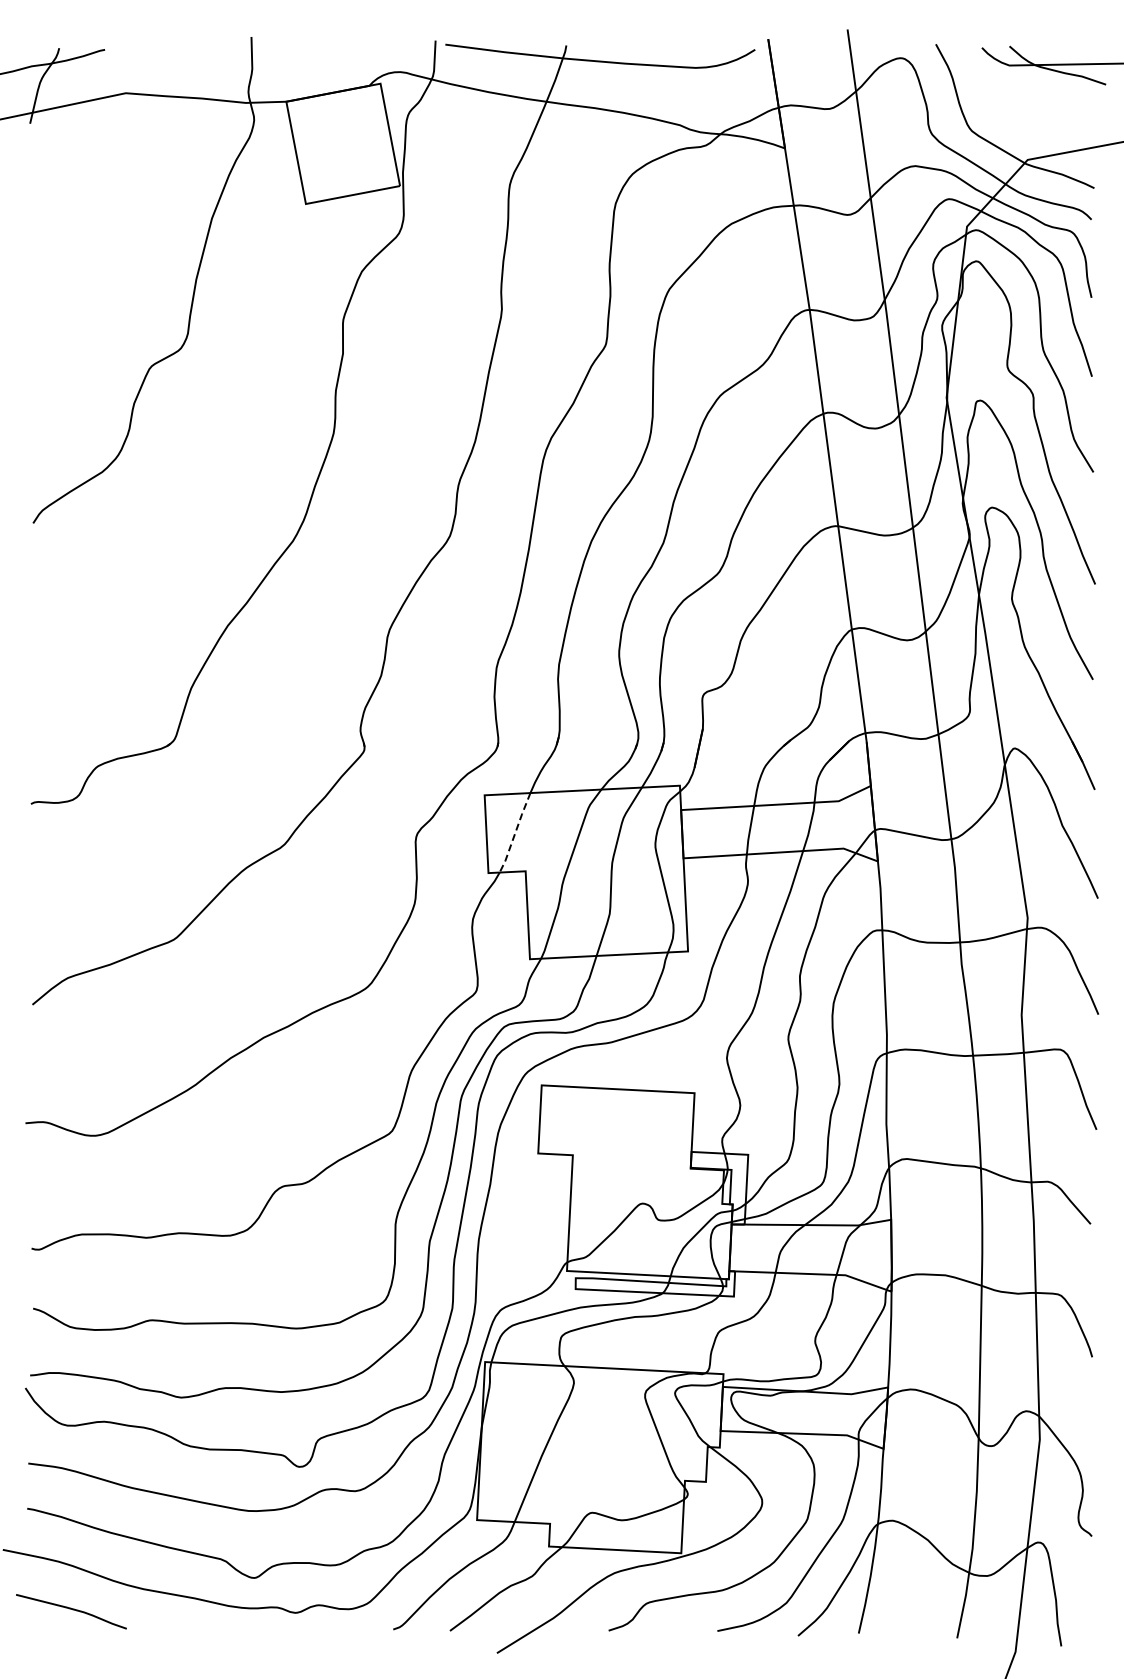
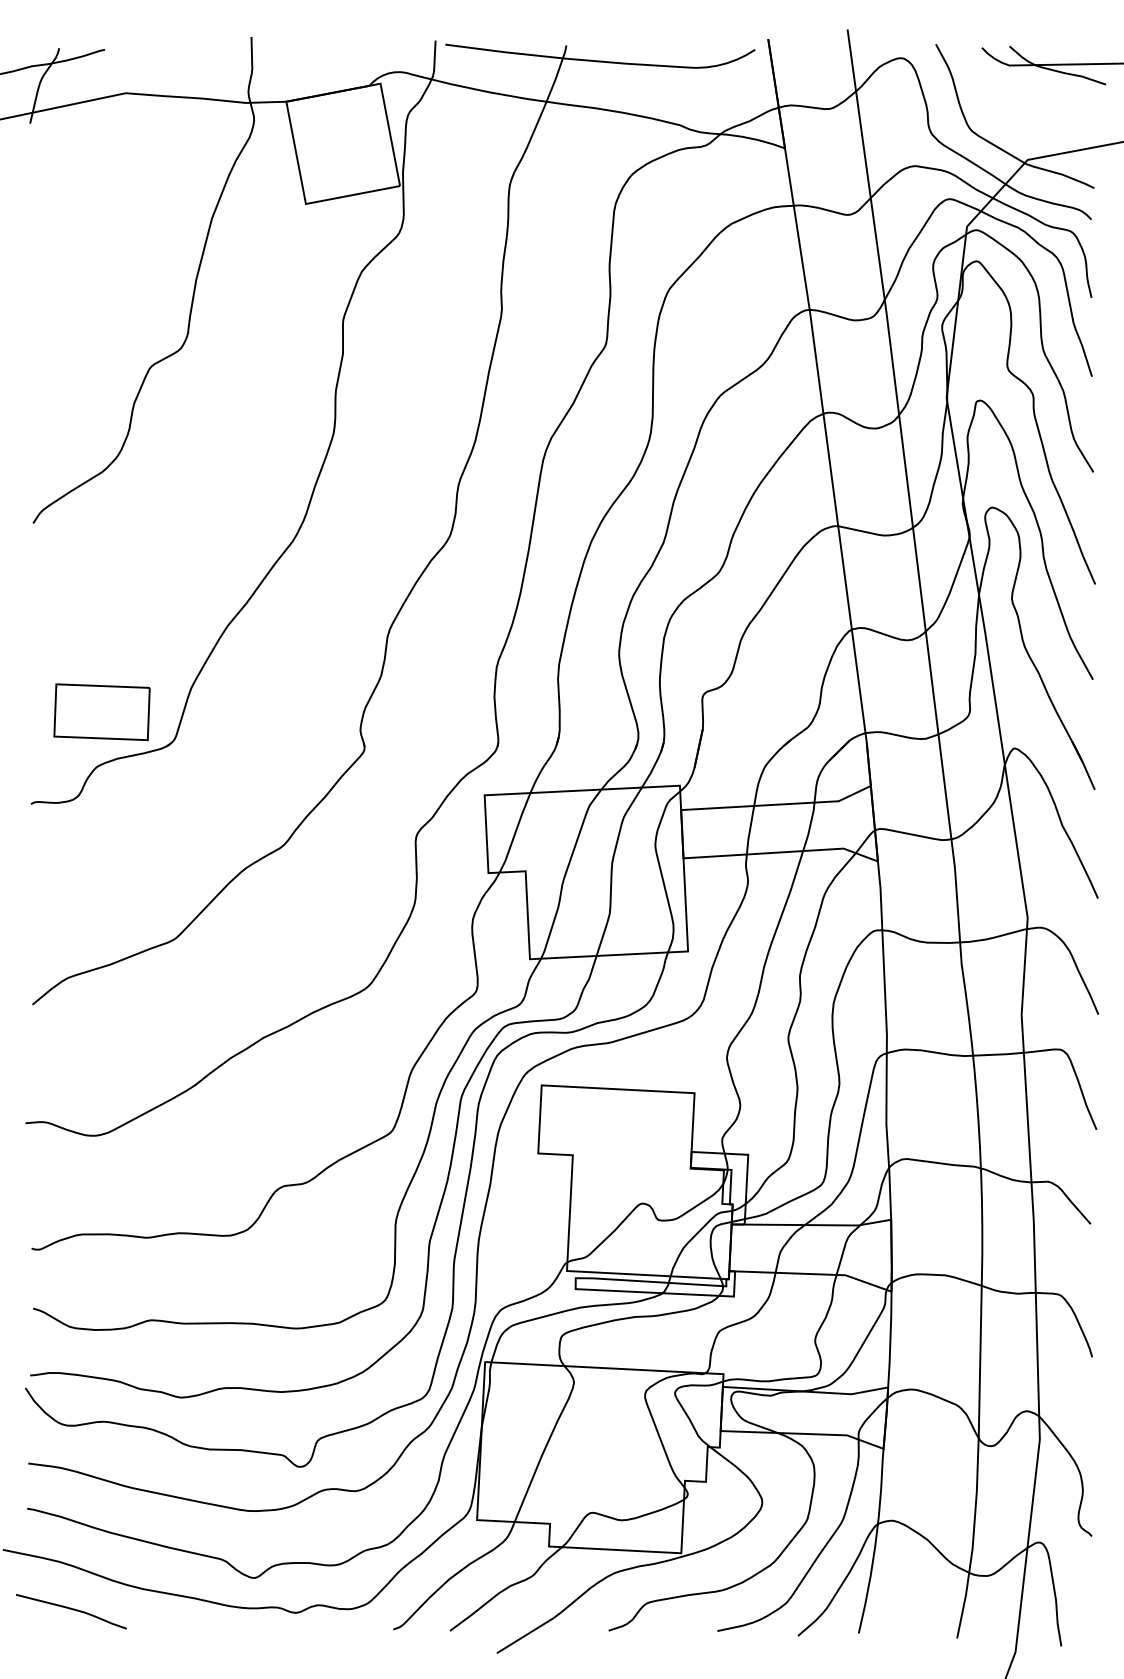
part at (101, 711): none -> present
line at (515, 832): dashed -> solid
